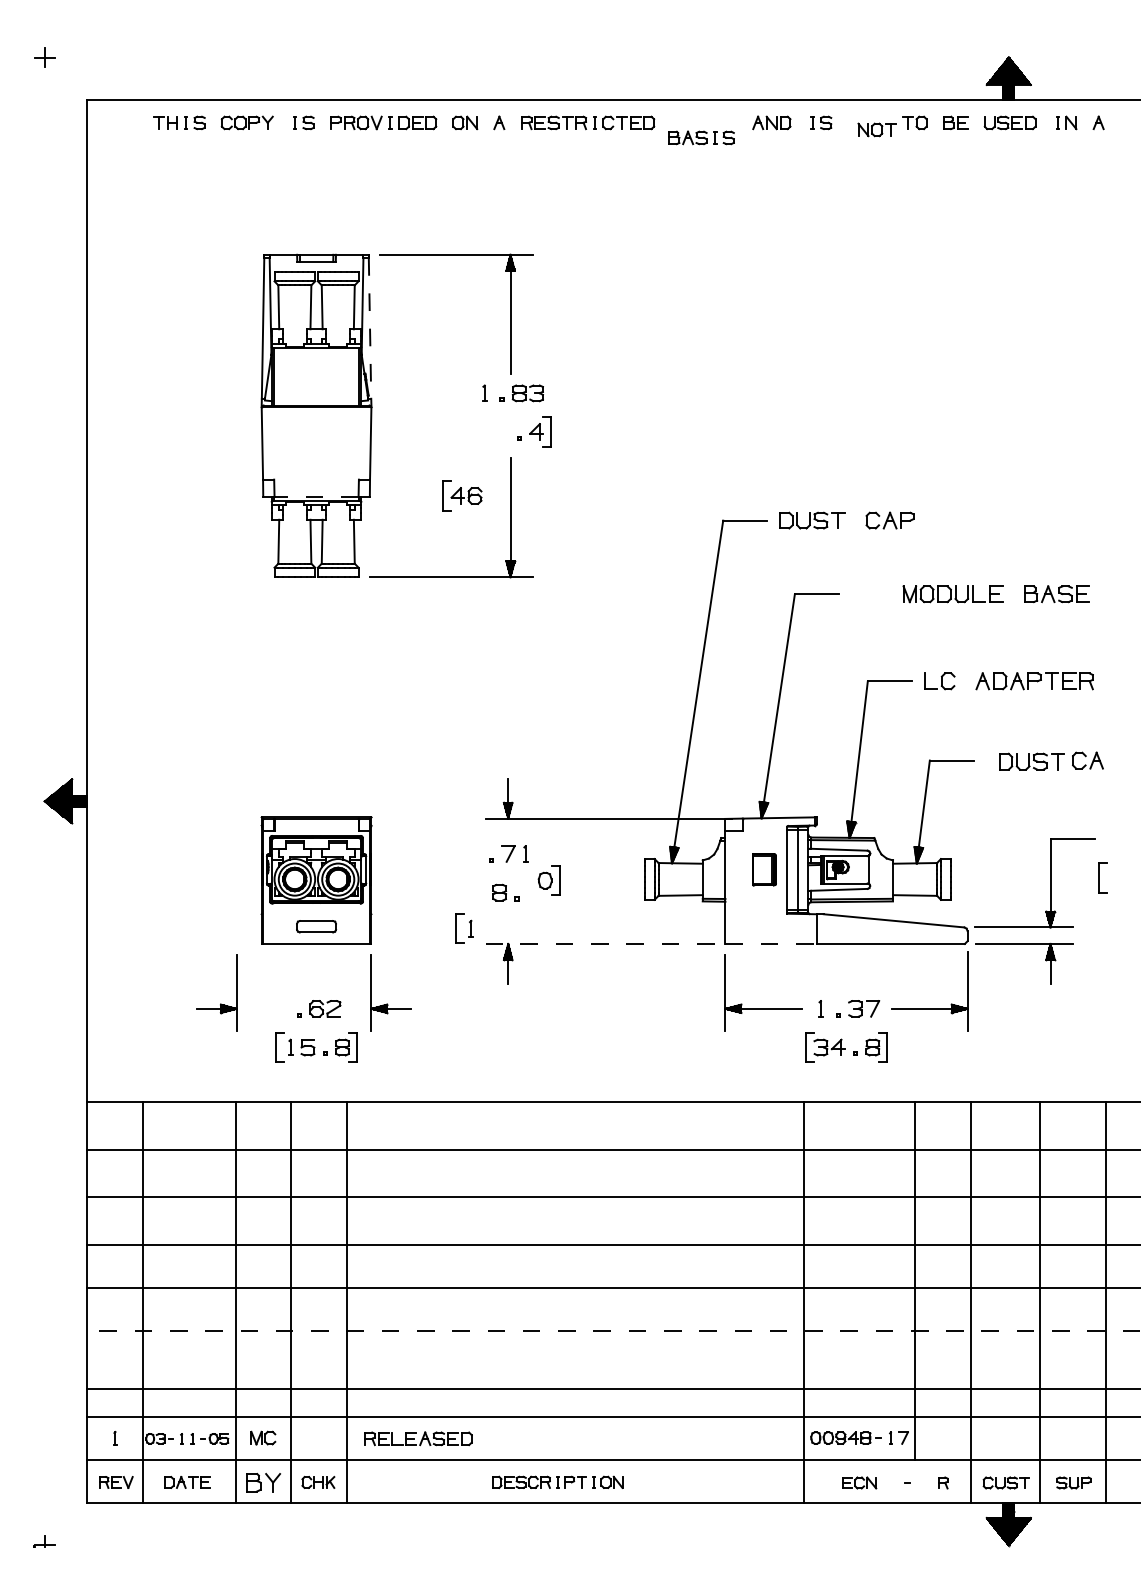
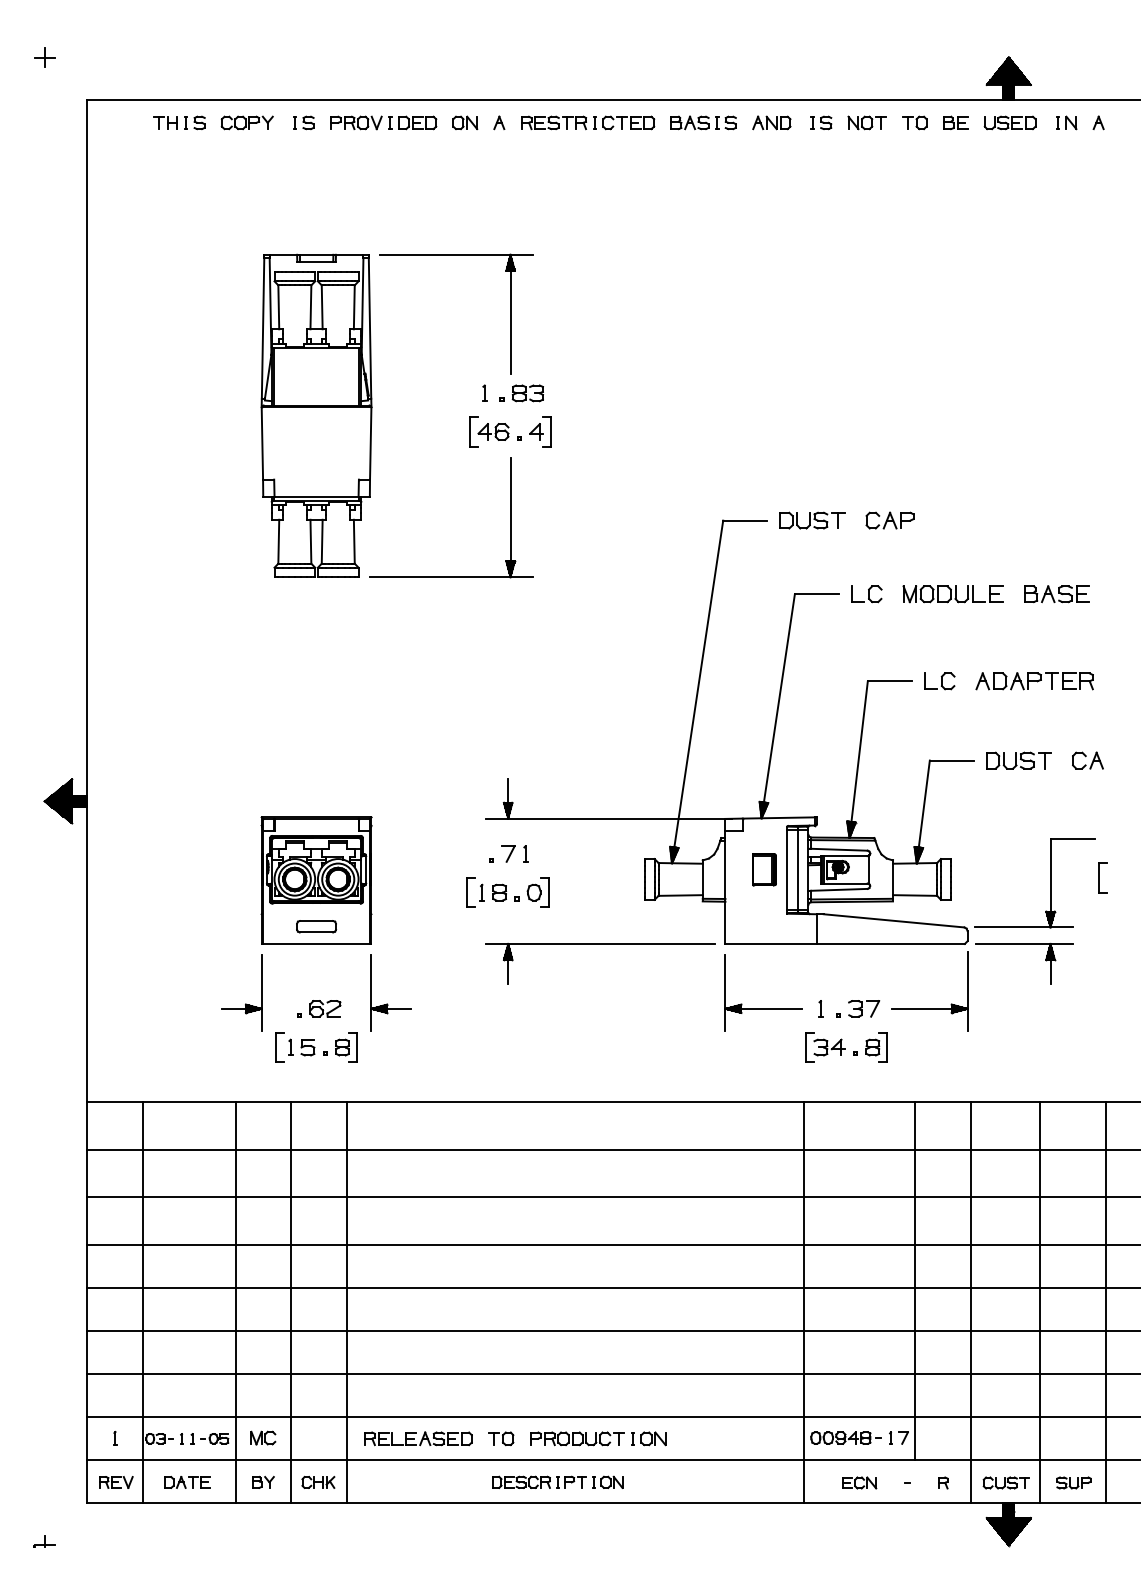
part at (876, 129) position: (876, 129) -> (866, 122)
part at (701, 137) position: (701, 137) -> (703, 122)
line at (370, 328): dashed -> solid
part at (462, 495) position: (462, 495) -> (489, 431)
line at (316, 496): dashed -> solid
part at (866, 594): none -> present
part at (1031, 761) position: (1031, 761) -> (1018, 760)
part at (548, 880) position: (548, 880) -> (537, 892)
part at (464, 928) position: (464, 928) -> (475, 892)
line at (599, 943): dashed -> solid
line at (771, 943): dashed -> solid
part at (220, 1003) position: (220, 1003) -> (245, 1003)
line at (613, 1331): dashed -> solid
line at (612, 1389) position: (612, 1389) -> (612, 1374)
part at (501, 1438): none -> present
part at (598, 1438): none -> present
part at (263, 1482) size: 36x20 px -> 23x14 px
